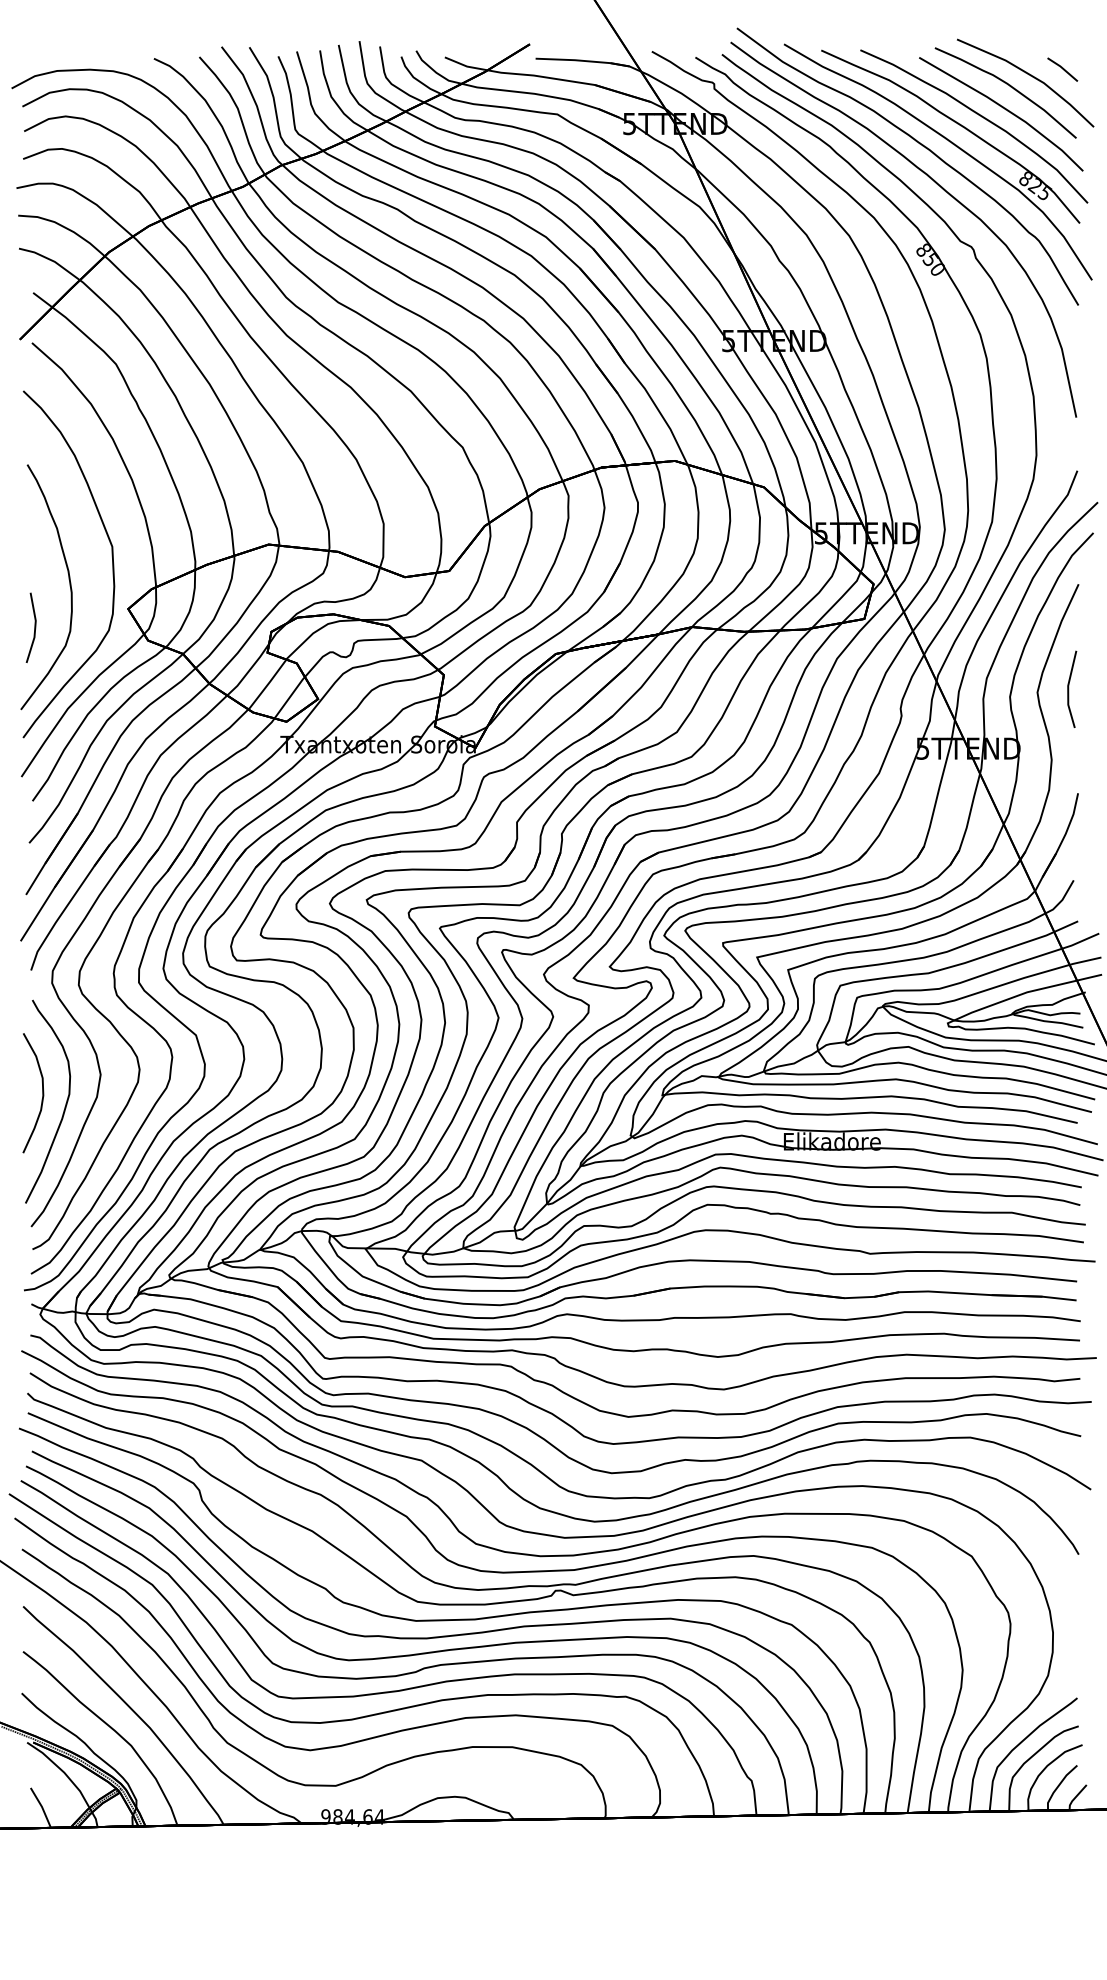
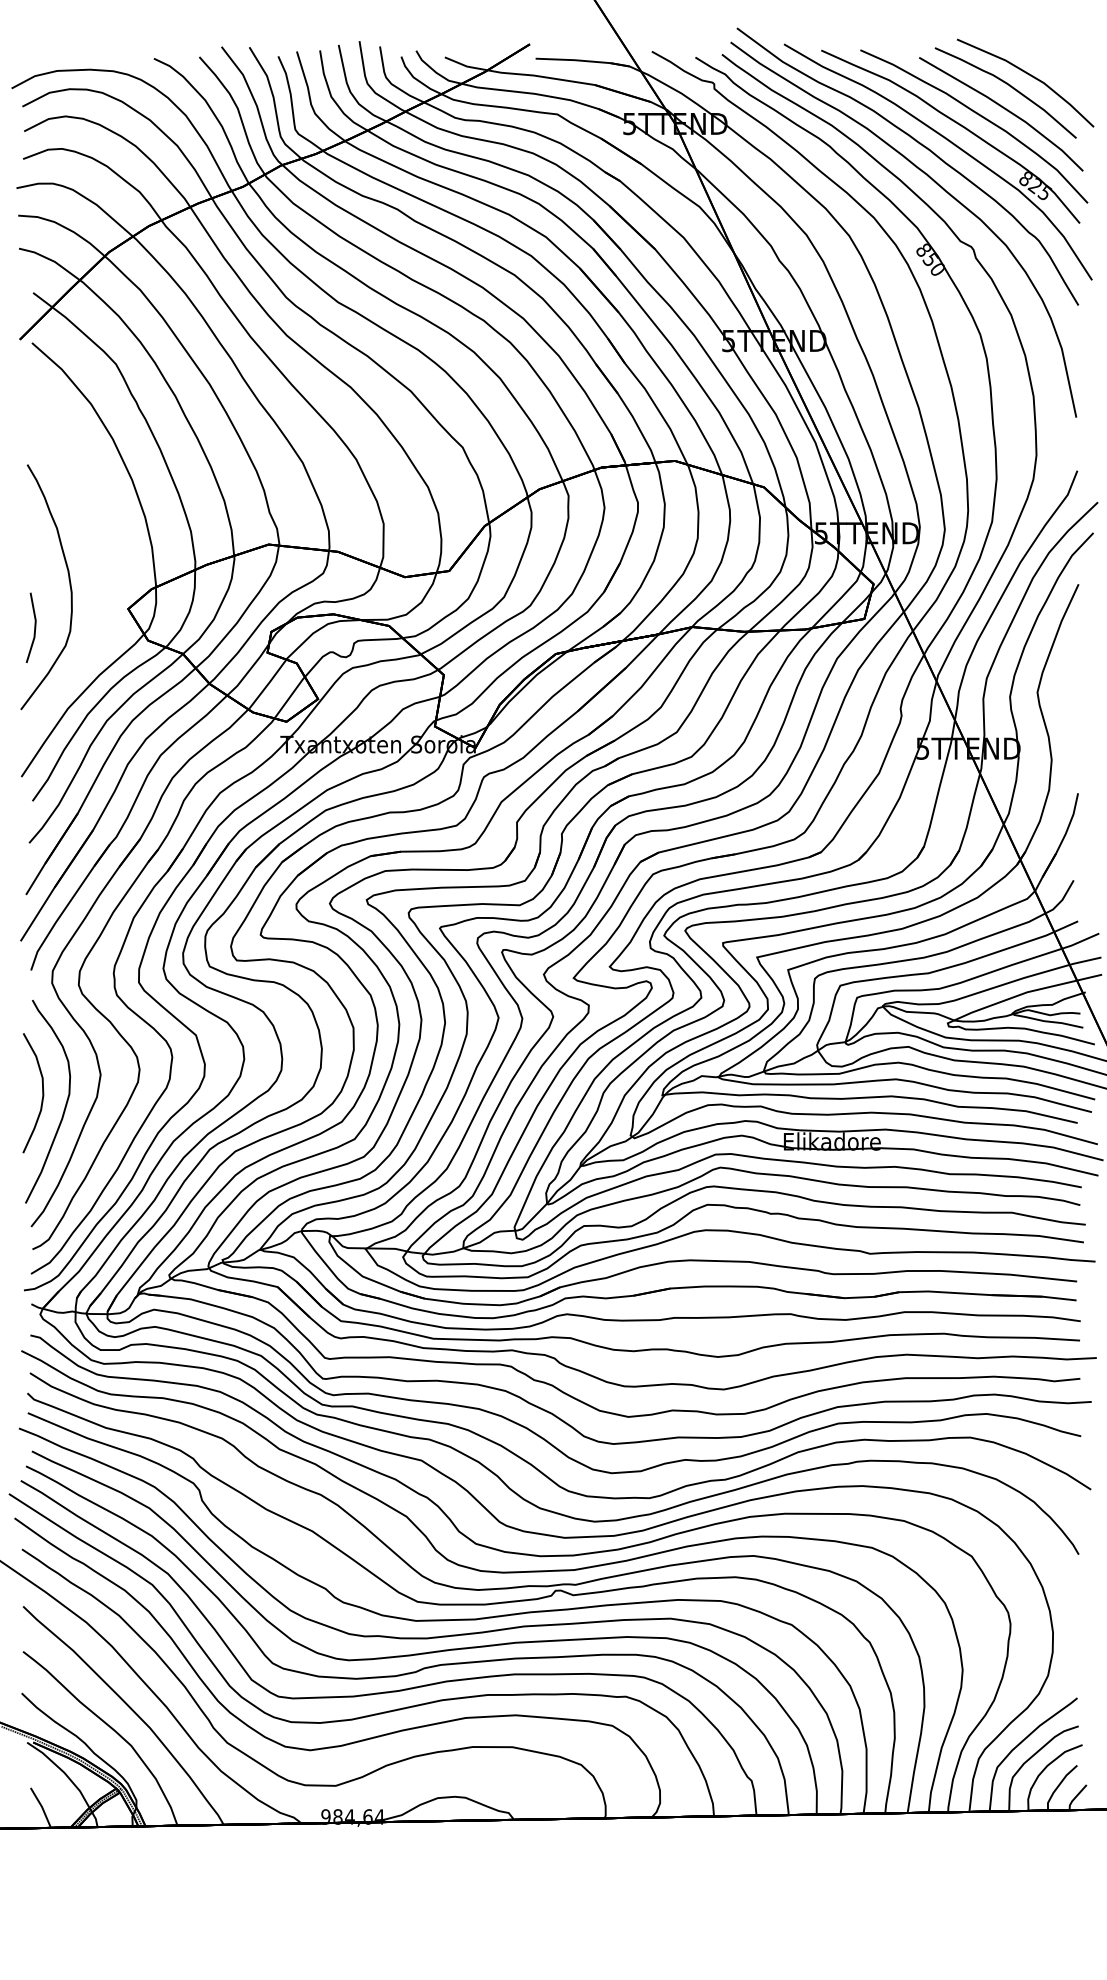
part at (1062, 69): present -> none
part at (111, 556): present -> none
line at (1069, 688): present -> none
